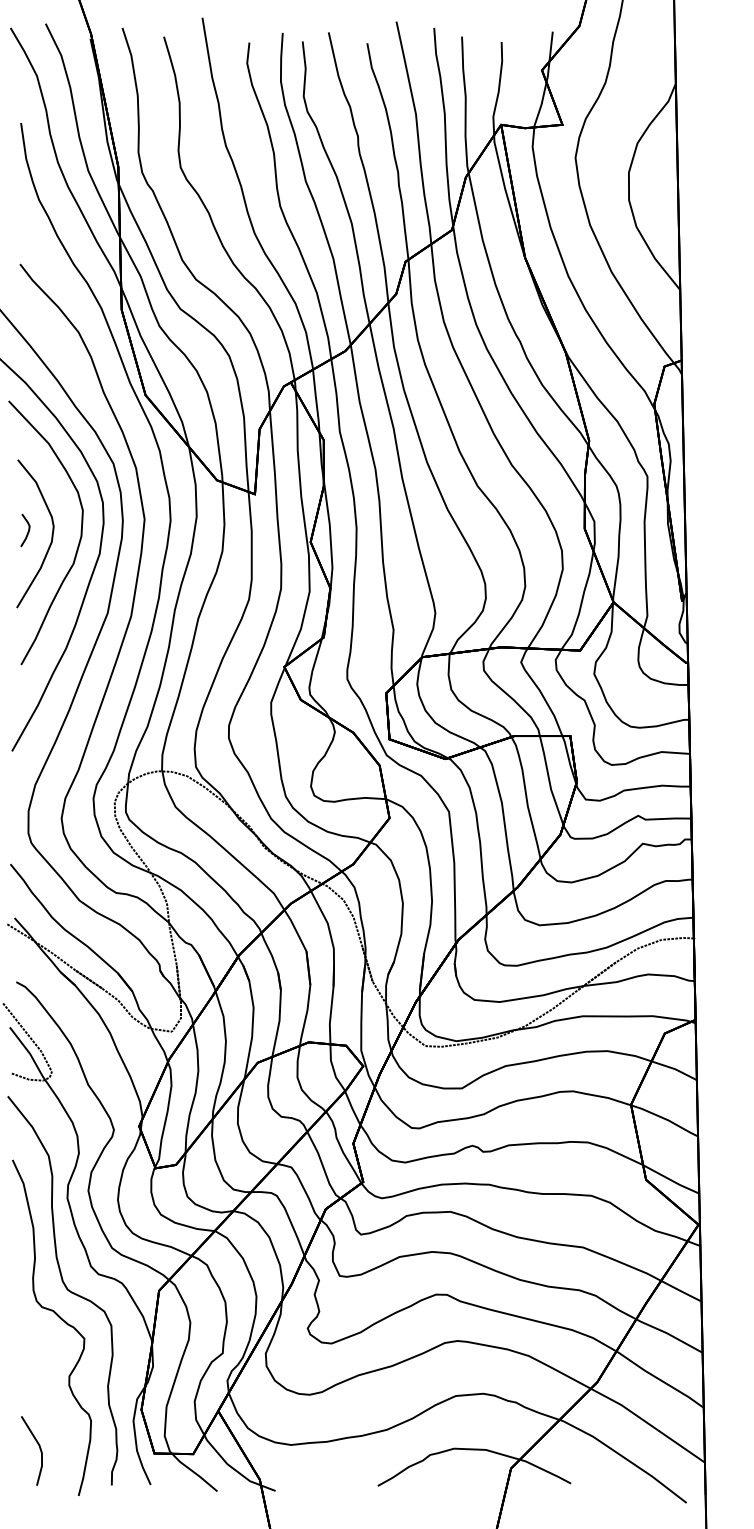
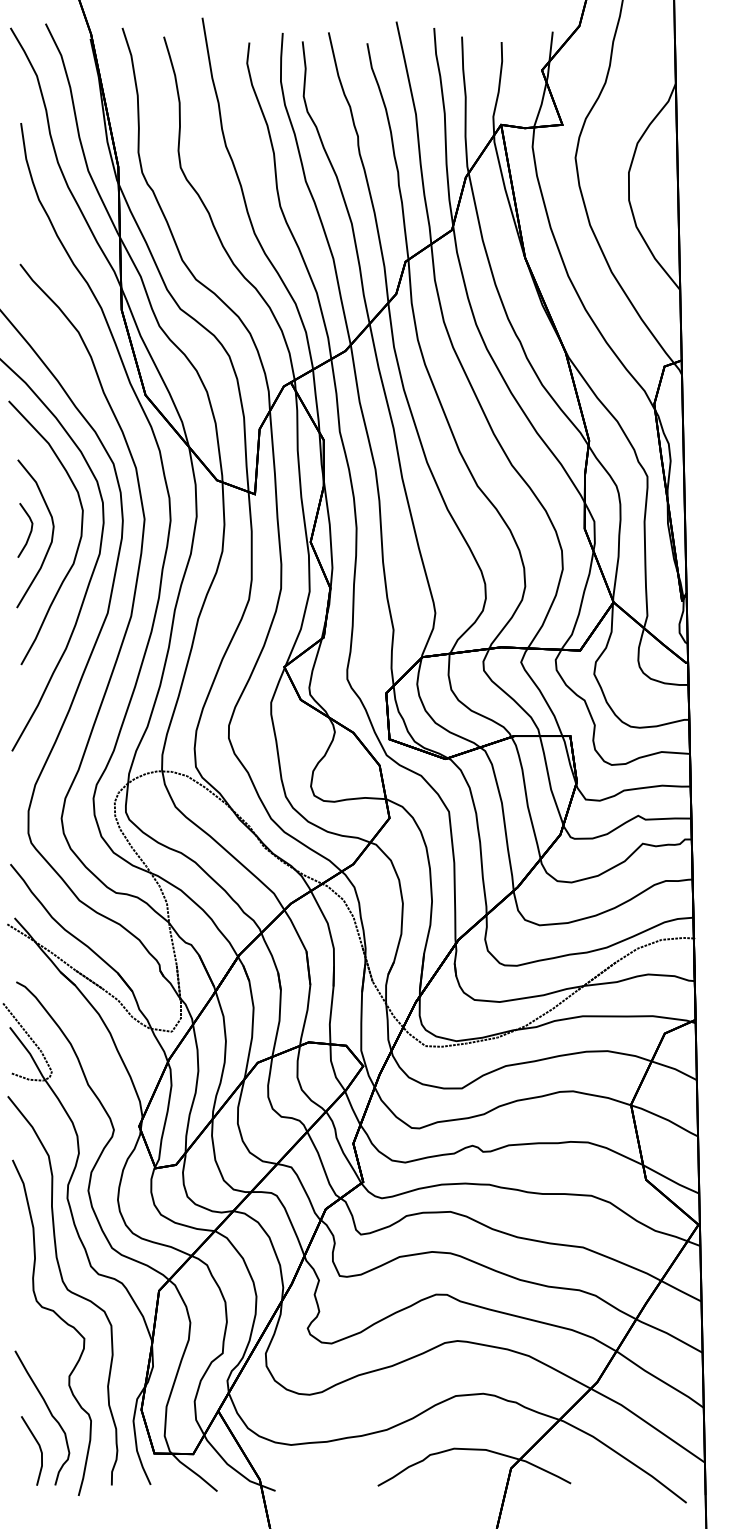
part at (25, 530) size: 11x35 px -> 17x55 px
part at (50, 1414): none -> present
